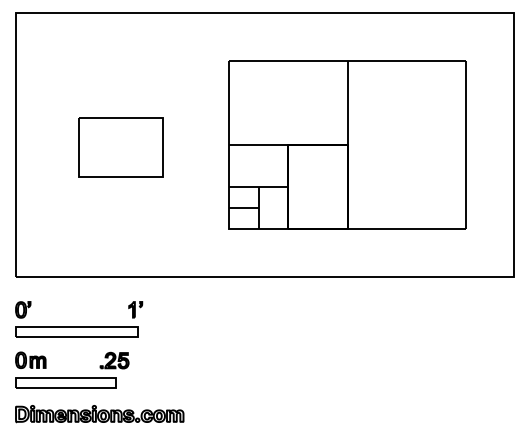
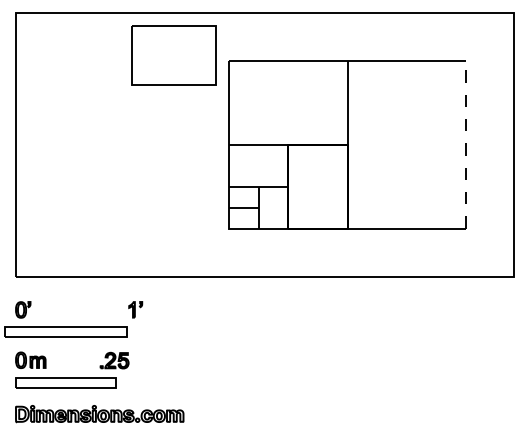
line at (466, 144): solid -> dashed
part at (120, 147) position: (120, 147) -> (173, 55)
part at (76, 331) position: (76, 331) -> (65, 331)
